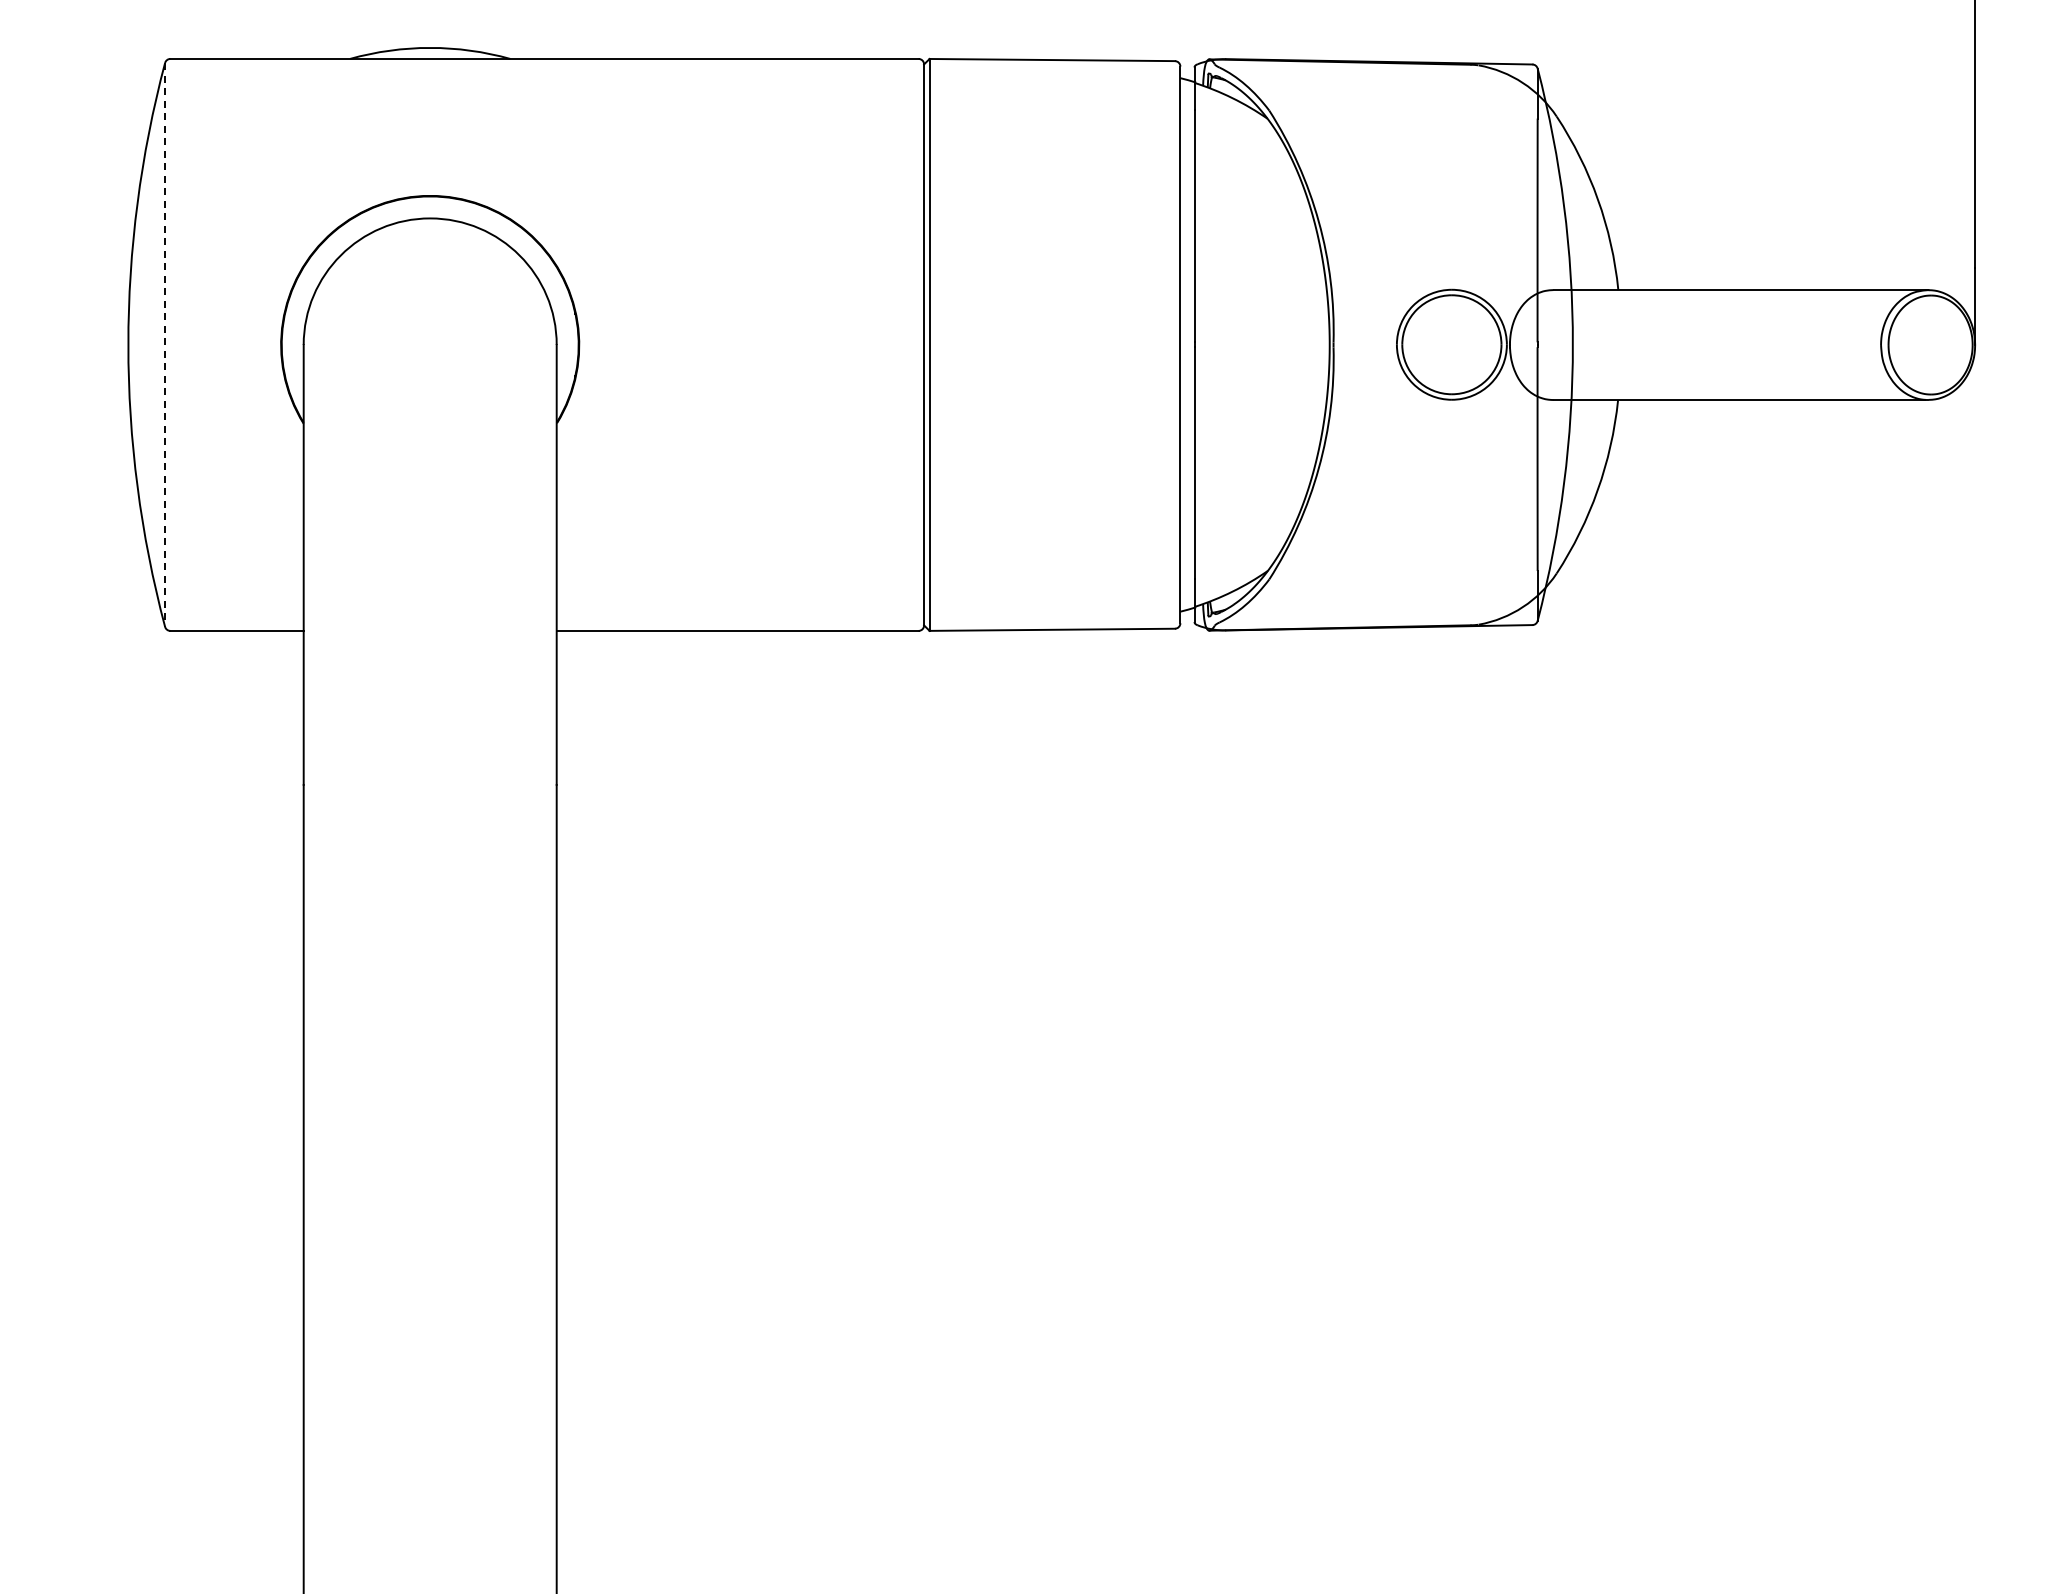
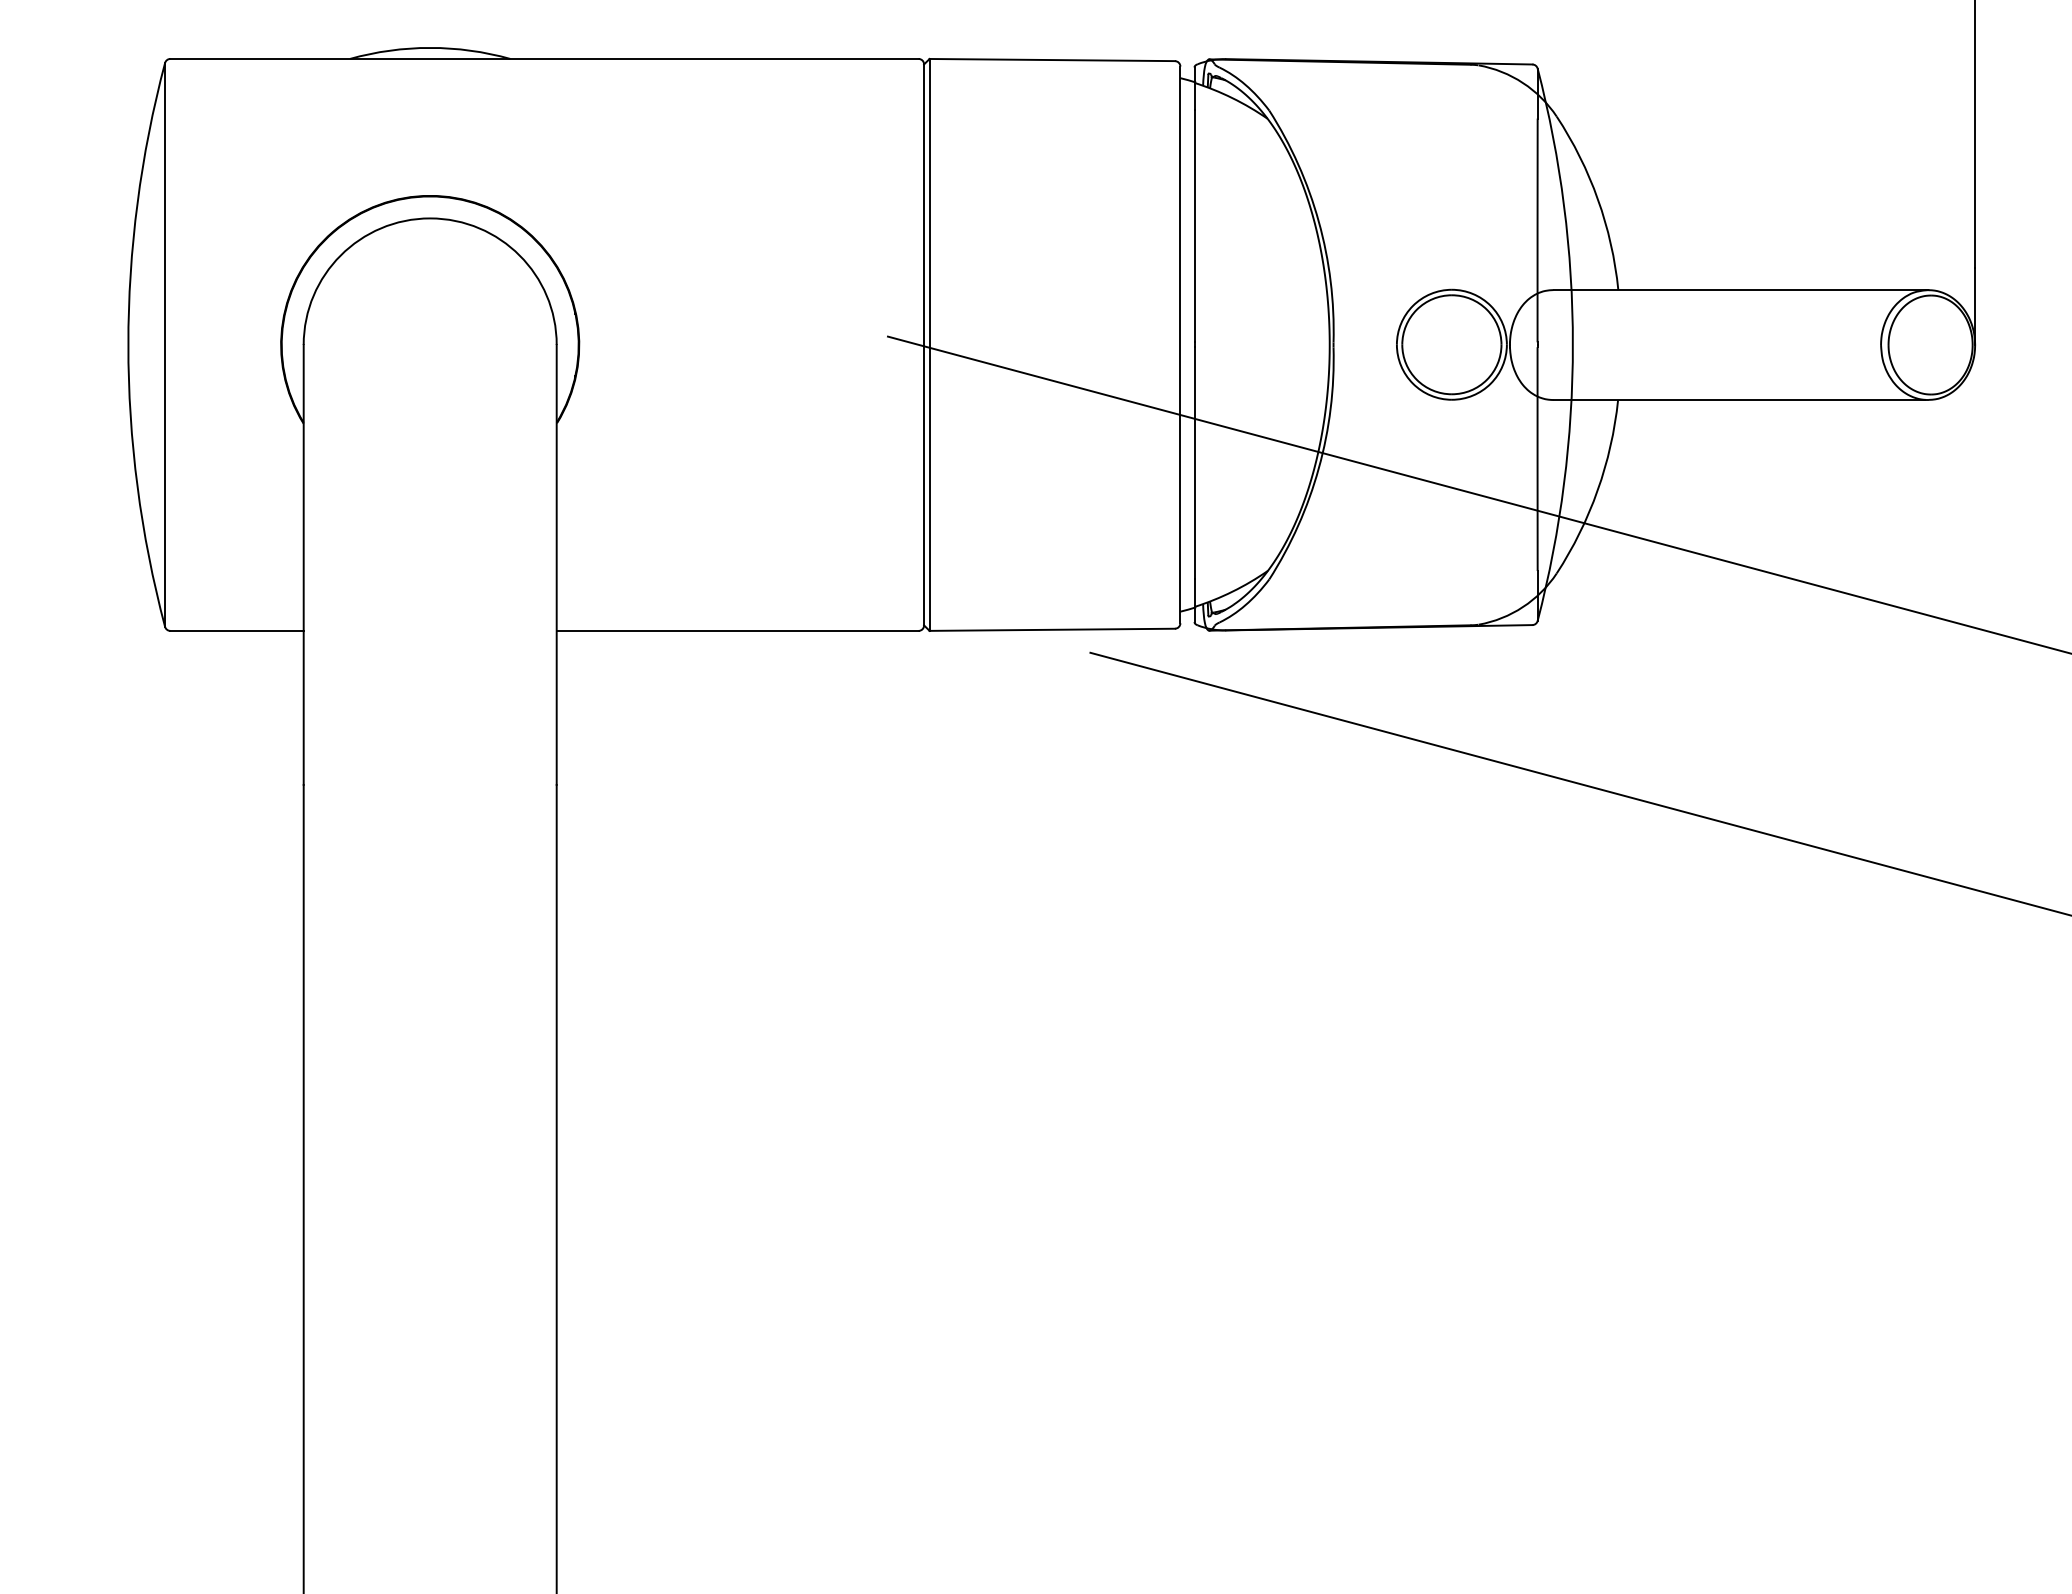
line at (165, 344): dashed -> solid
line at (1477, 494): none -> present
line at (1579, 783): none -> present
